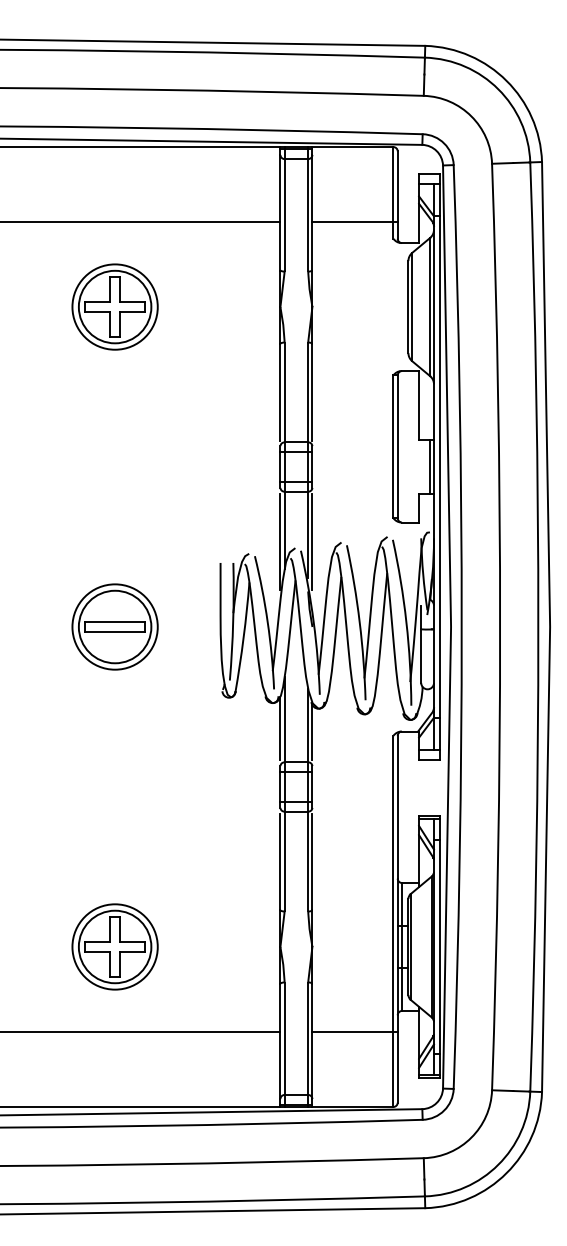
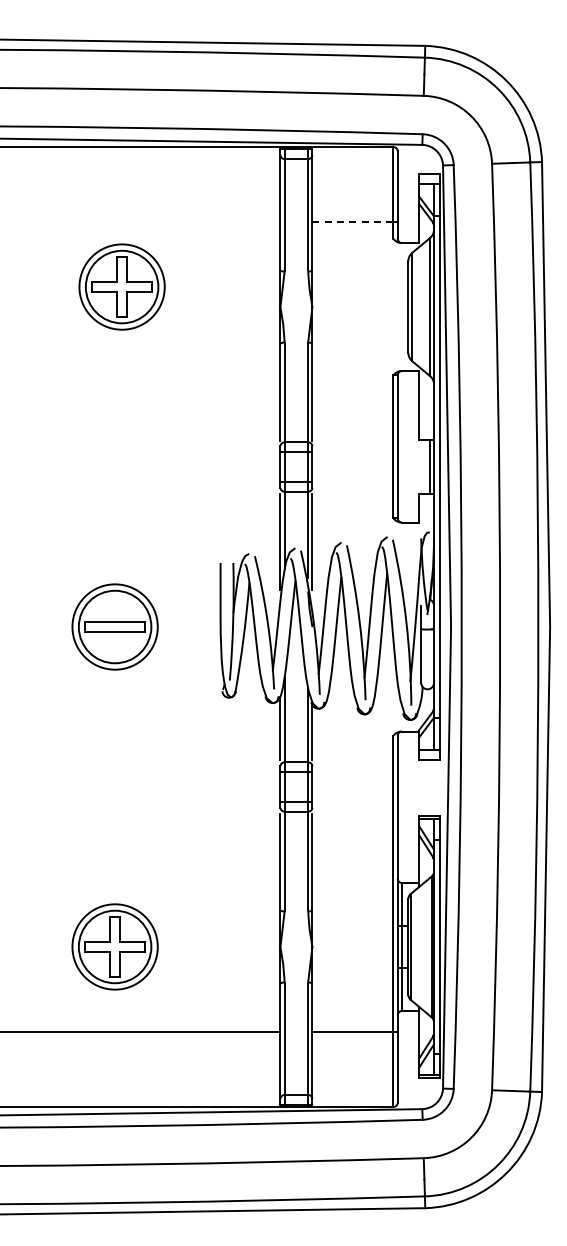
line at (141, 221): present -> none
line at (352, 221): solid -> dashed
part at (114, 306) position: (114, 306) -> (121, 286)
